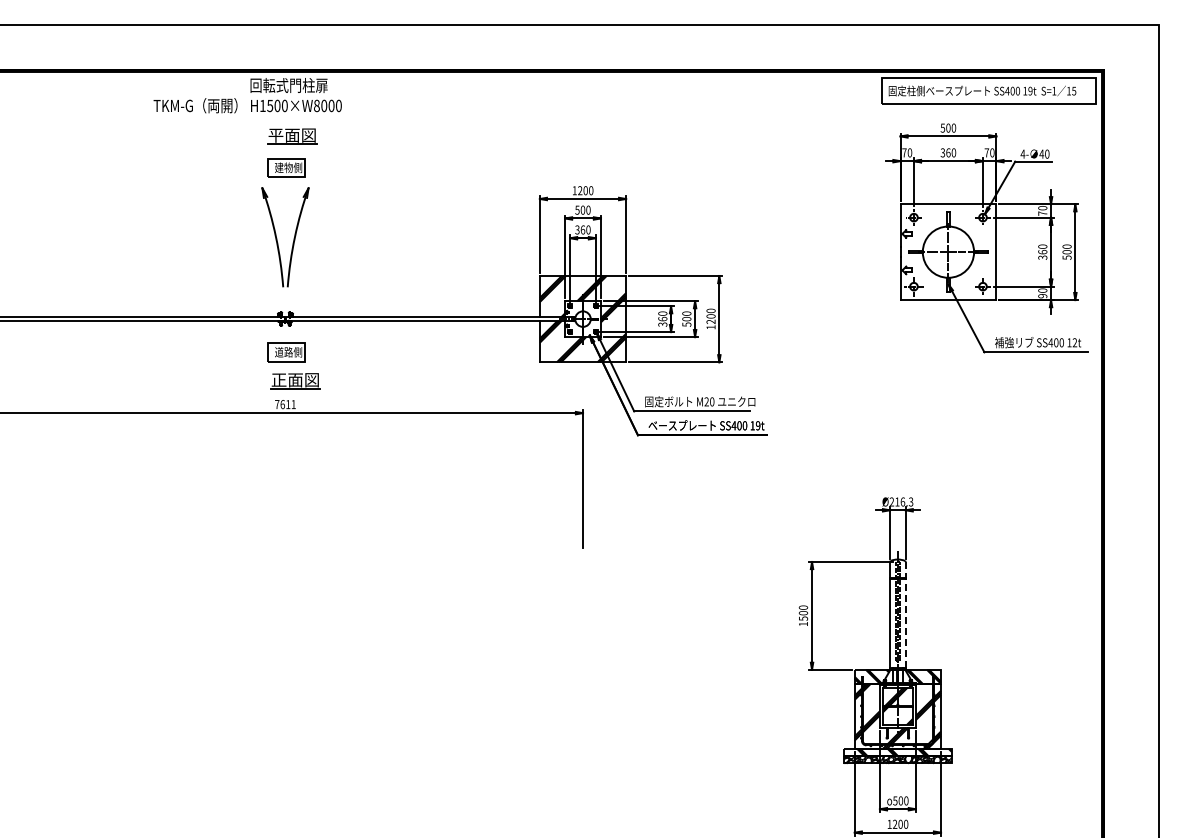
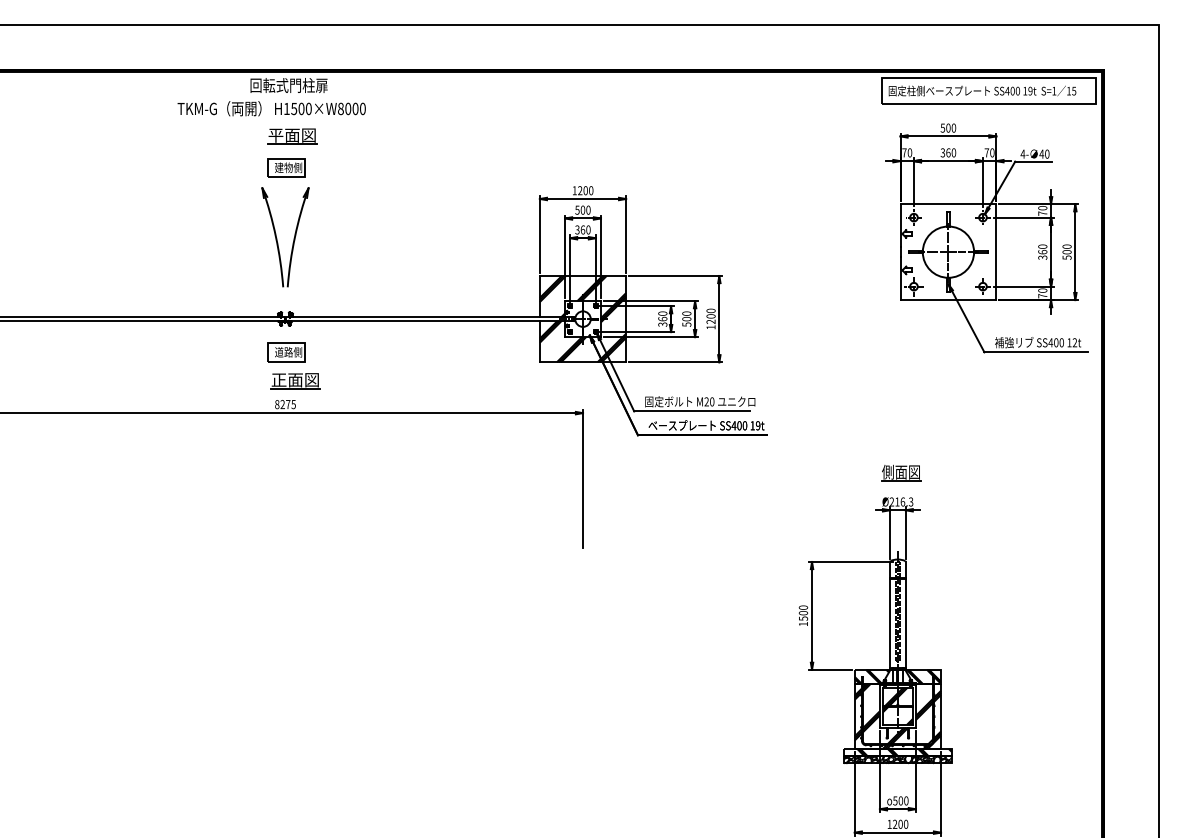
text at (247, 105) position: (247, 105) -> (271, 108)
text at (1042, 296): 90 -> 70
text at (285, 404): 7611 -> 8275
part at (901, 472): none -> present
line at (905, 614): dashed -> solid
